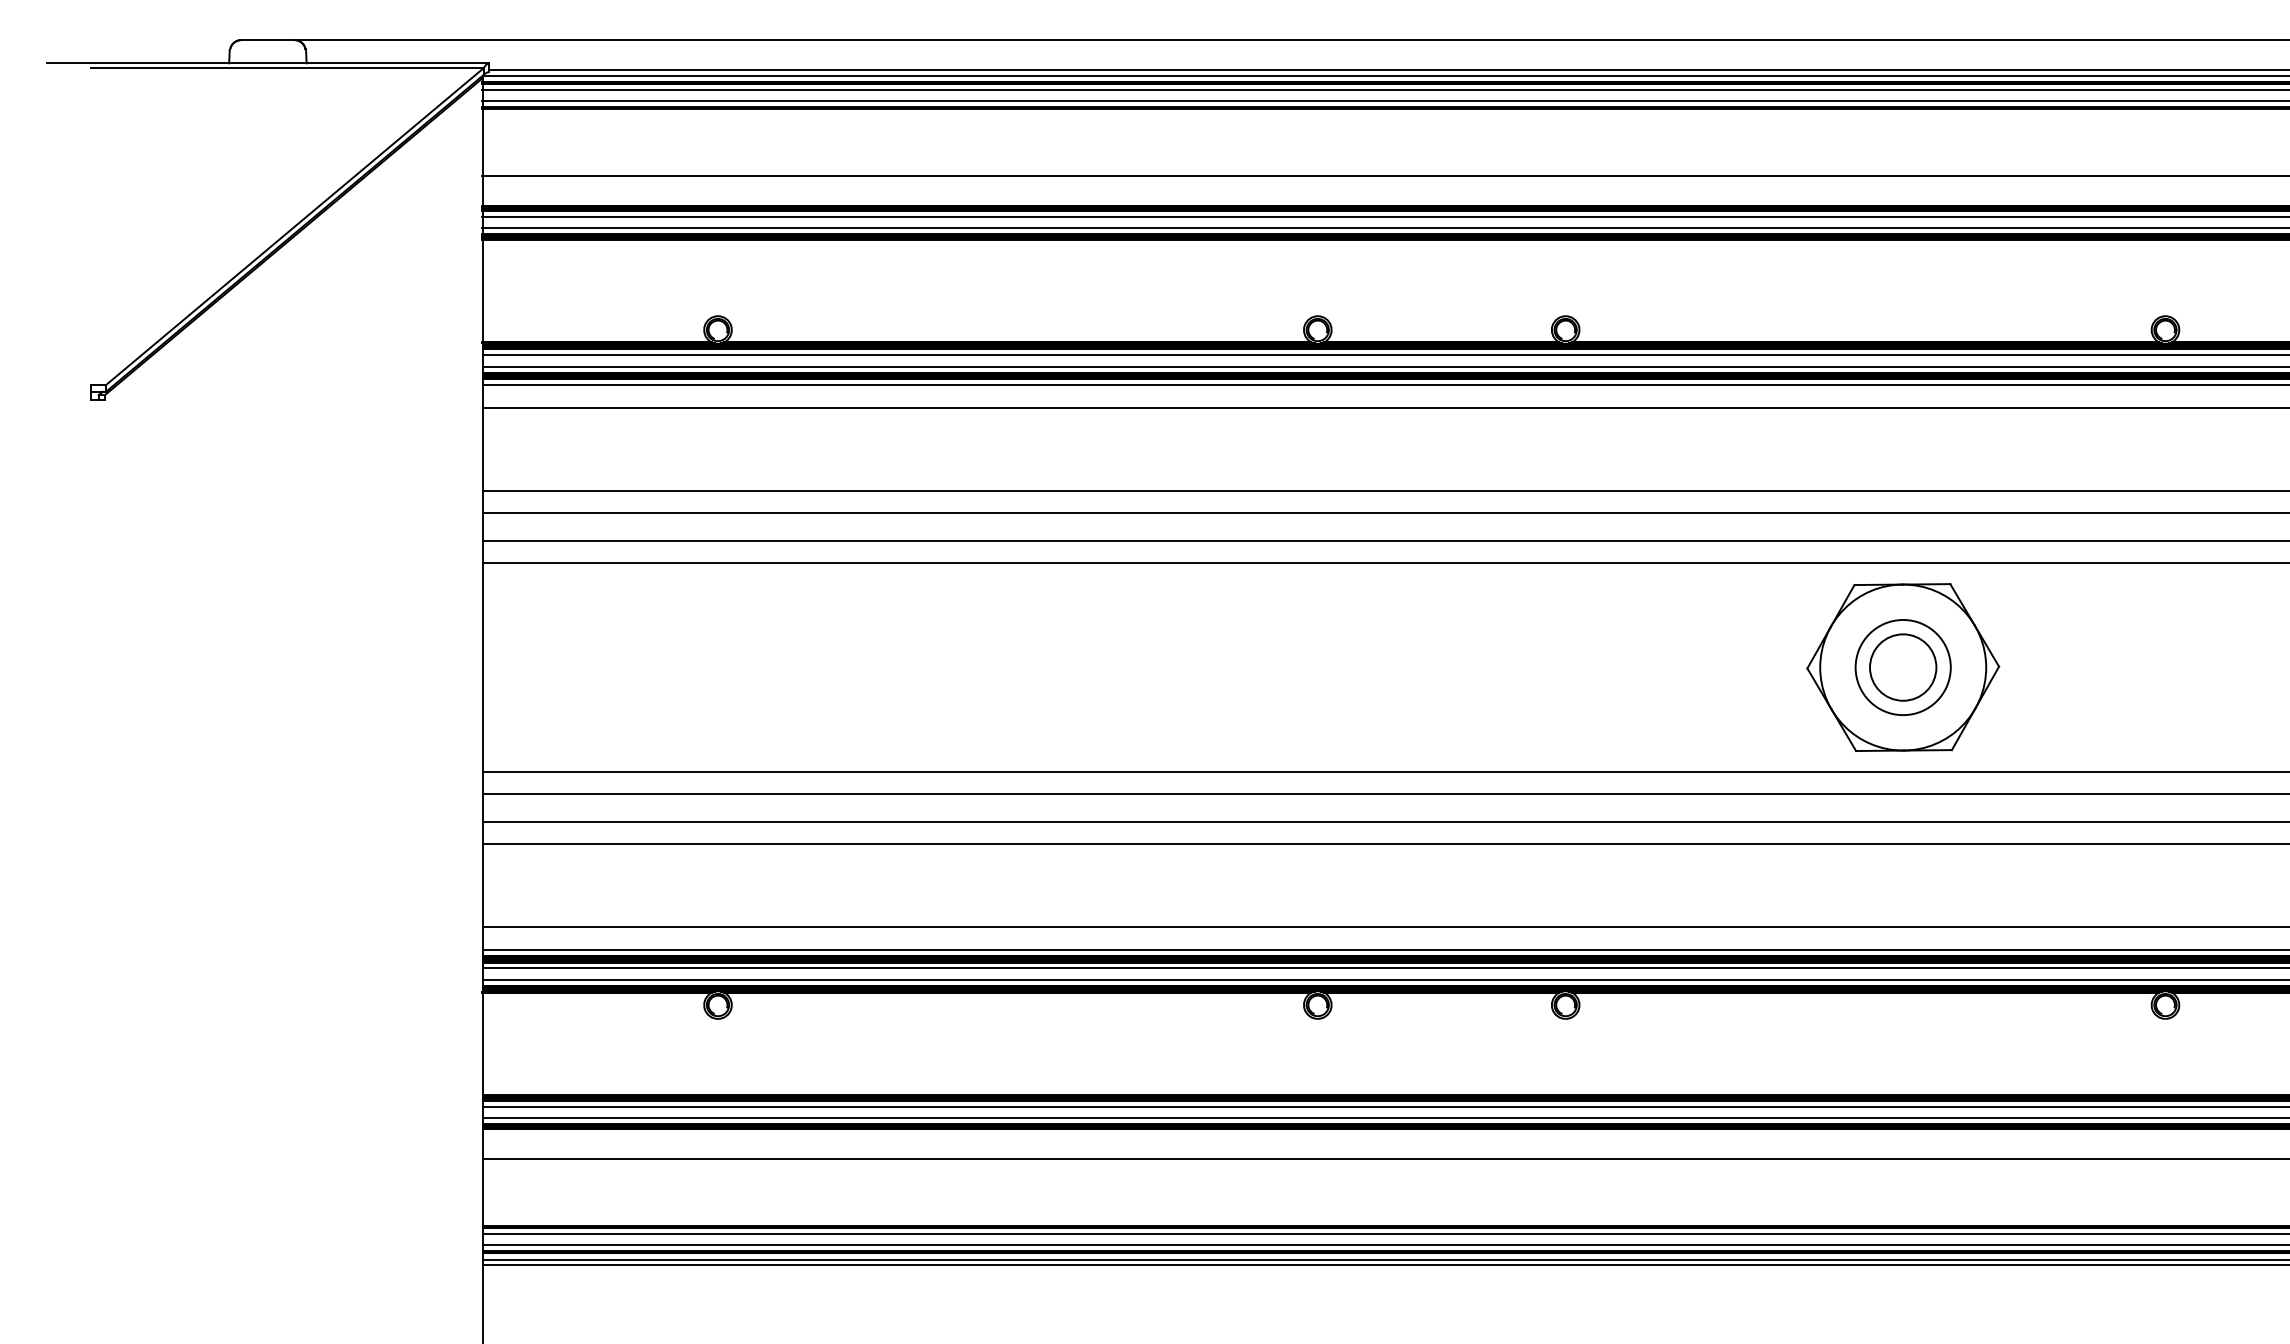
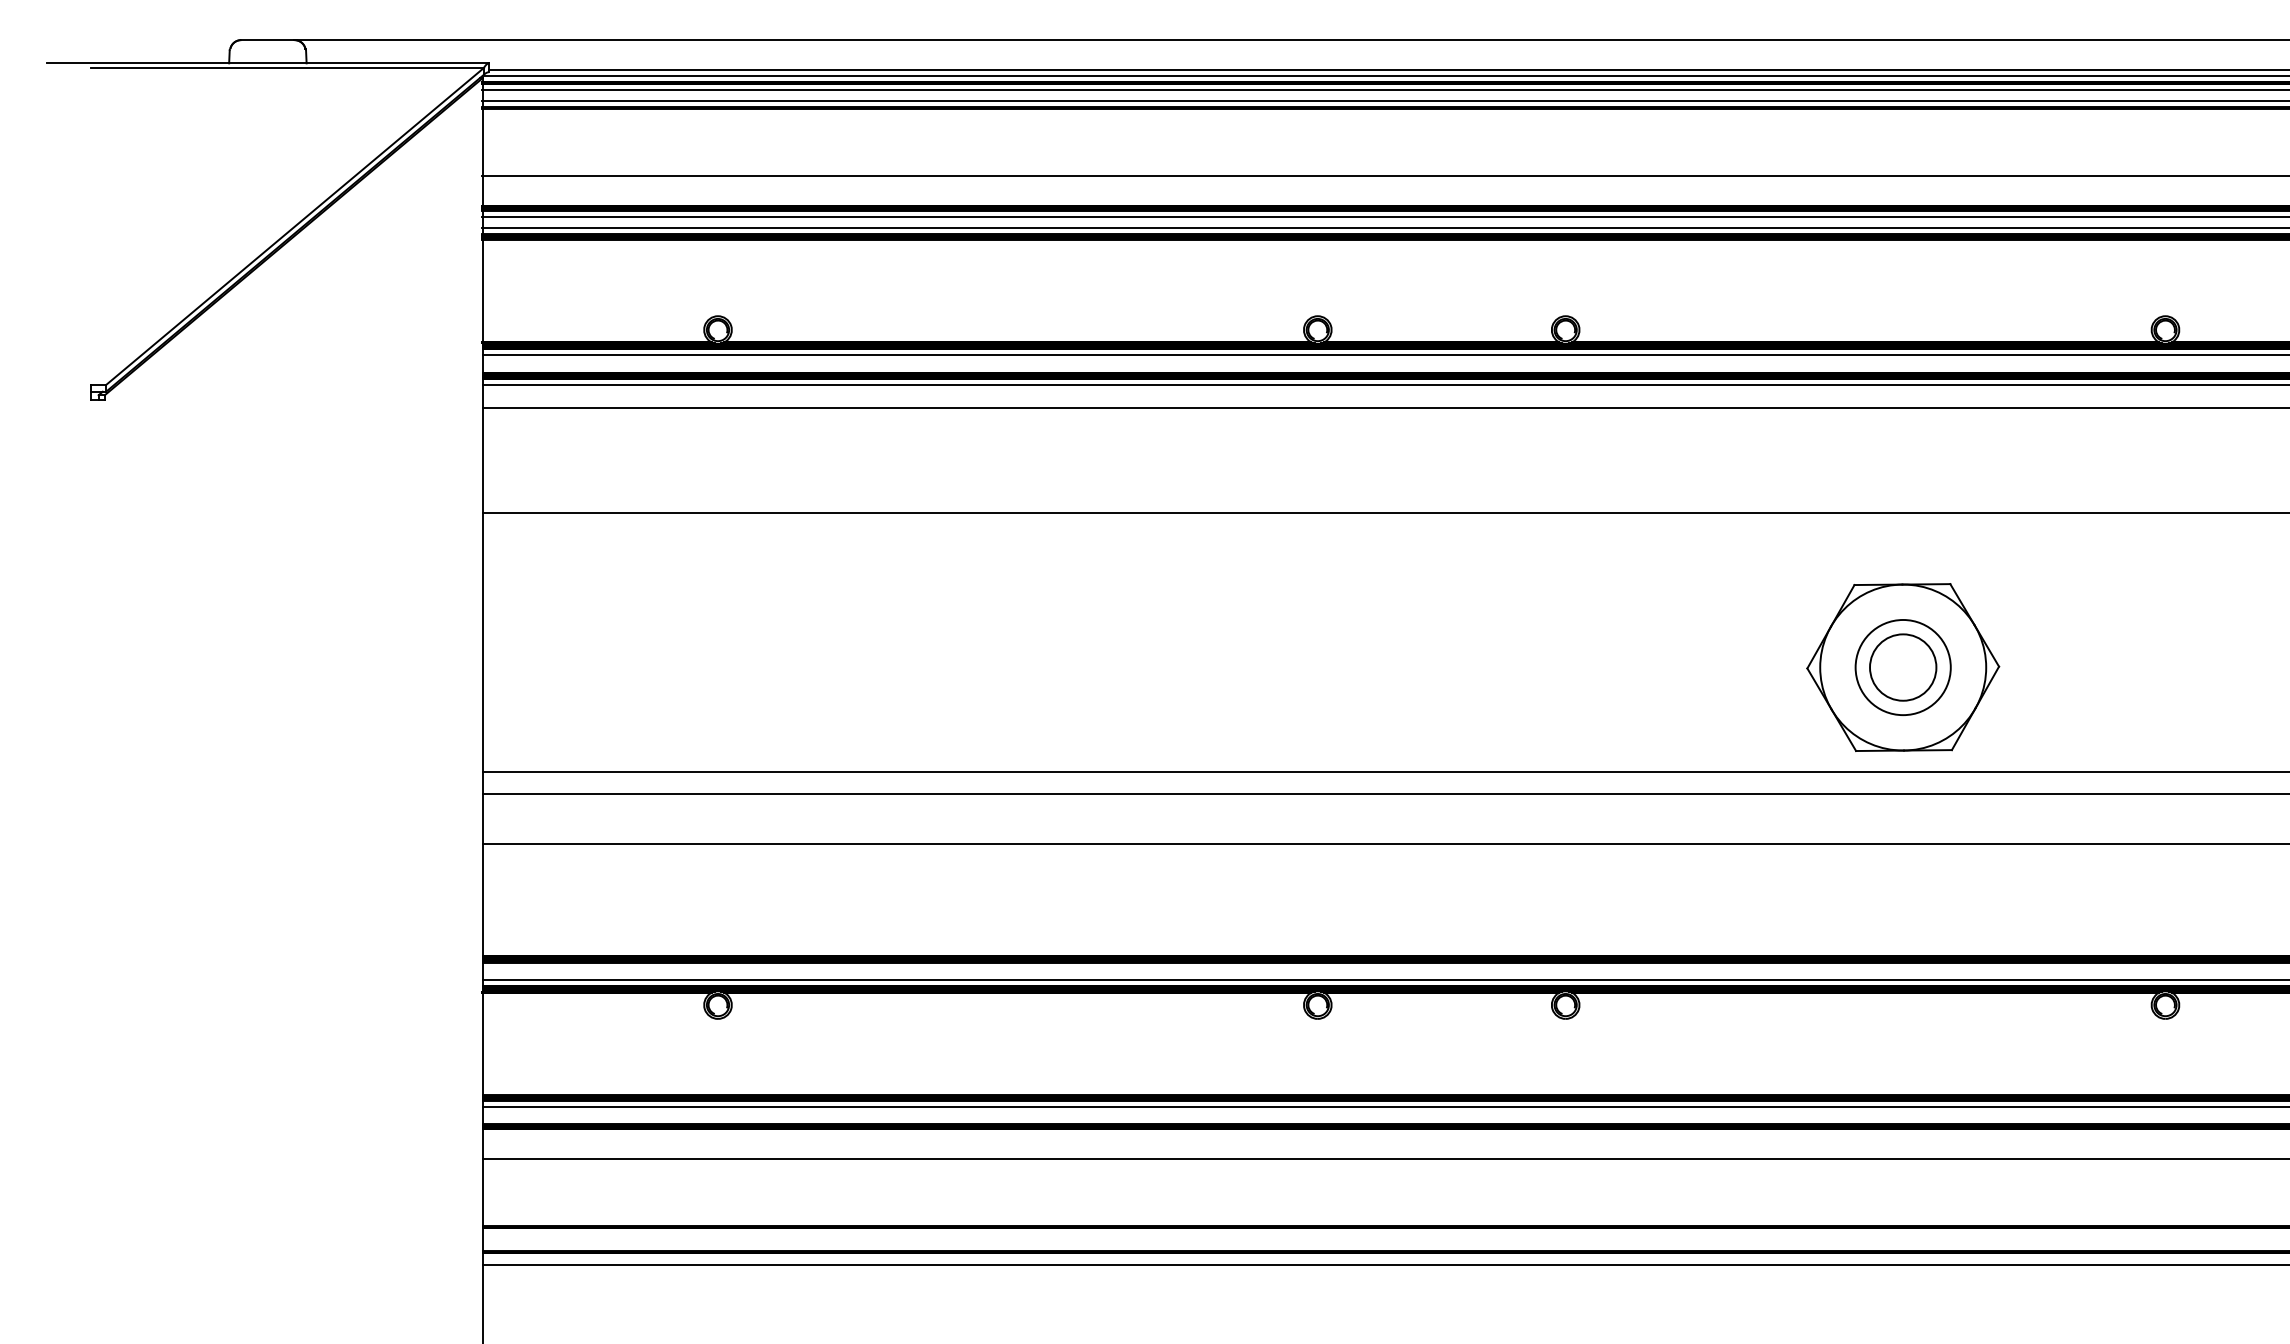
line at (1384, 366): present -> none
line at (1384, 491): present -> none
line at (1384, 540): present -> none
line at (1384, 562): present -> none
line at (1384, 821): present -> none
line at (1384, 927): present -> none
line at (1384, 950): present -> none
line at (1384, 968): present -> none
line at (1384, 1118): present -> none
line at (1384, 1233): present -> none
line at (1384, 1245): present -> none
line at (1384, 1259): present -> none
